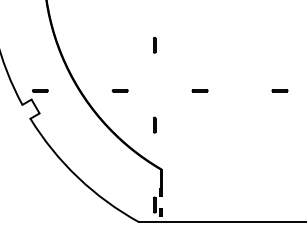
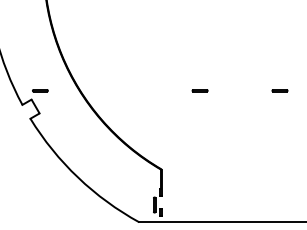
line at (154, 44): present -> none
line at (119, 90): present -> none
line at (154, 124): present -> none
